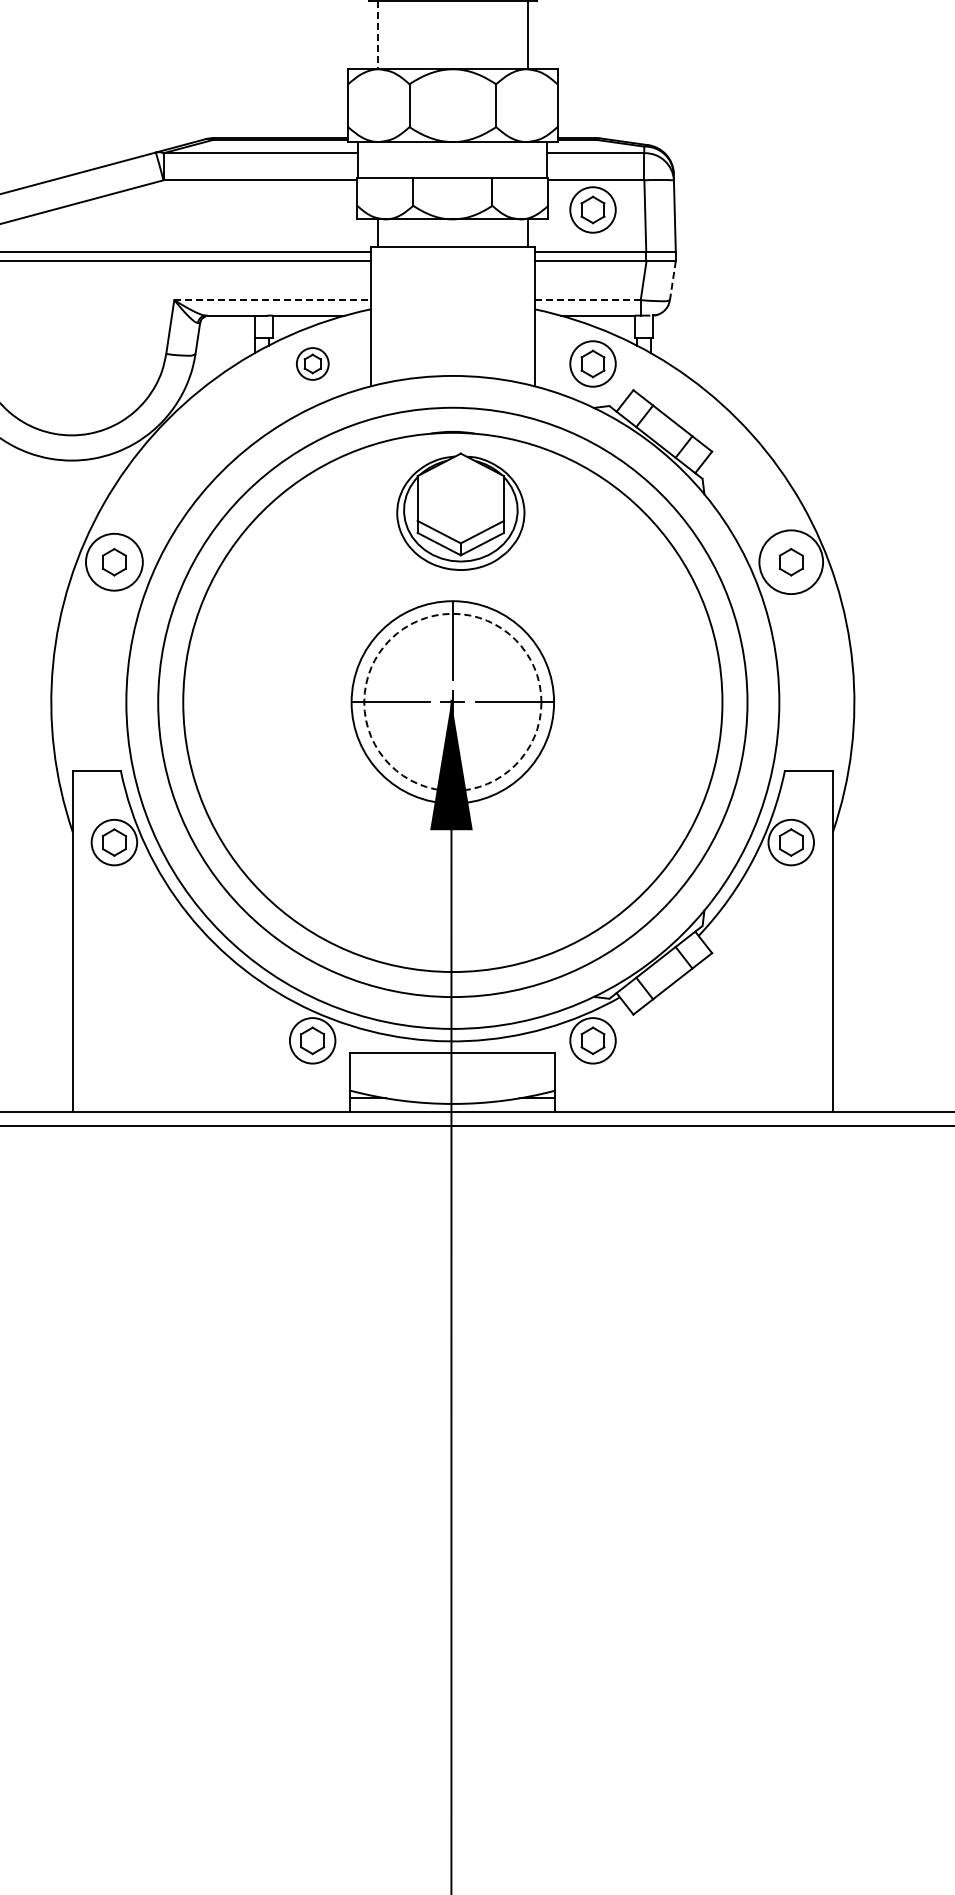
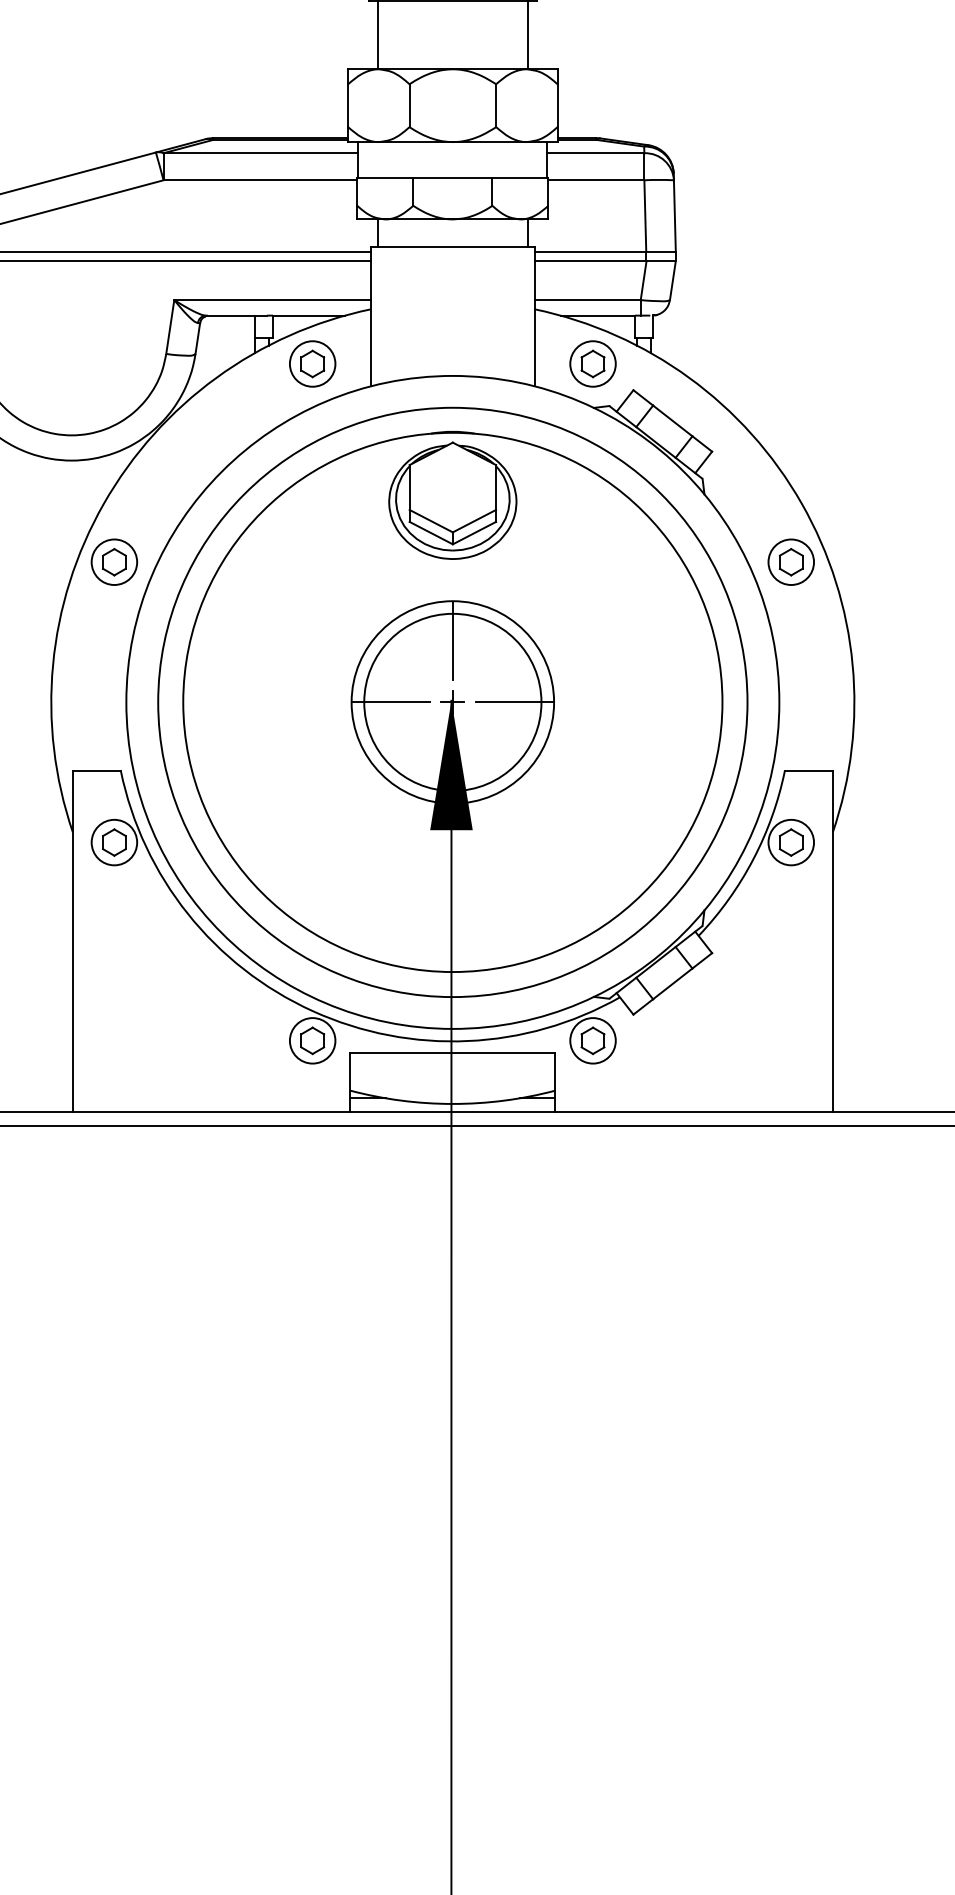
line at (377, 35): dashed -> solid
part at (592, 209): present -> none
line at (672, 280): dashed -> solid
line at (273, 300): dashed -> solid
line at (587, 300): dashed -> solid
part at (312, 363) size: 34x34 px -> 48x48 px
part at (460, 511) position: (460, 511) -> (452, 500)
circle at (113, 561) diameter: 57 px -> 46 px
circle at (791, 562) diameter: 64 px -> 46 px
circle at (452, 702): dashed -> solid
